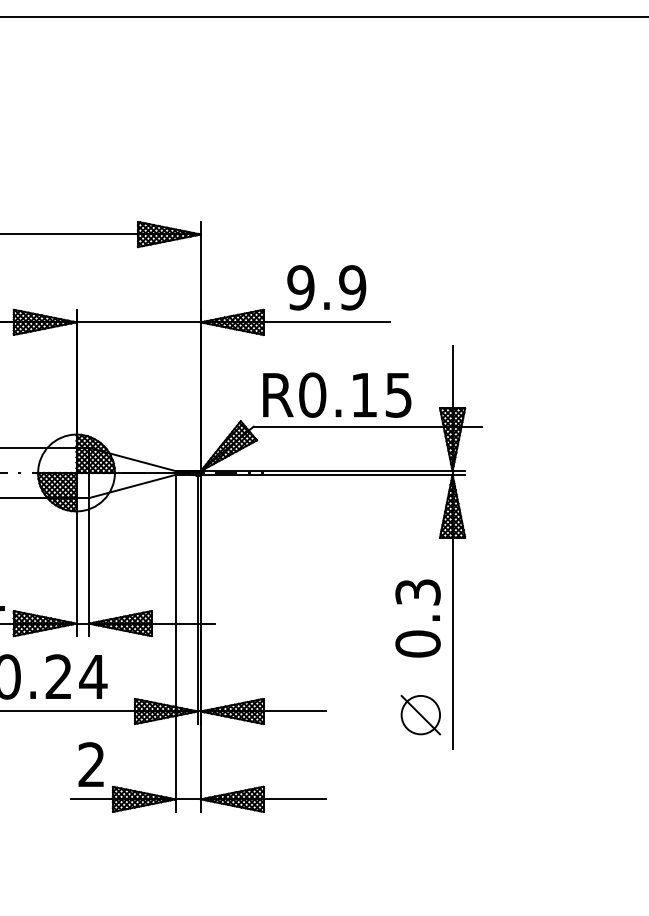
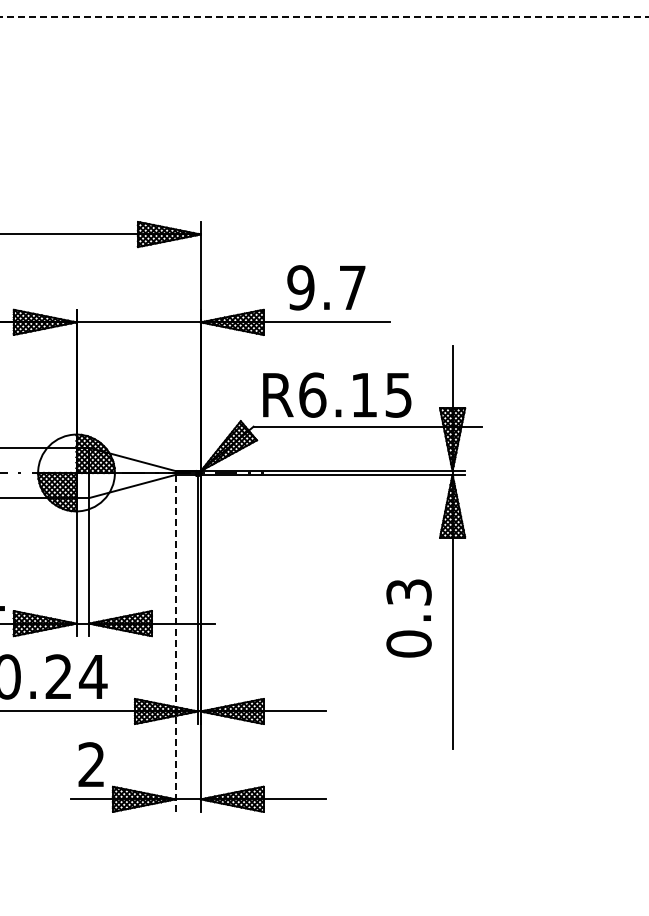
line at (324, 17): solid -> dashed
text at (352, 287): 9.9 -> 9.7
text at (312, 394): R0.15 -> R6.15
text at (417, 618) position: (417, 618) -> (408, 618)
line at (175, 643): solid -> dashed
part at (420, 714): present -> none
